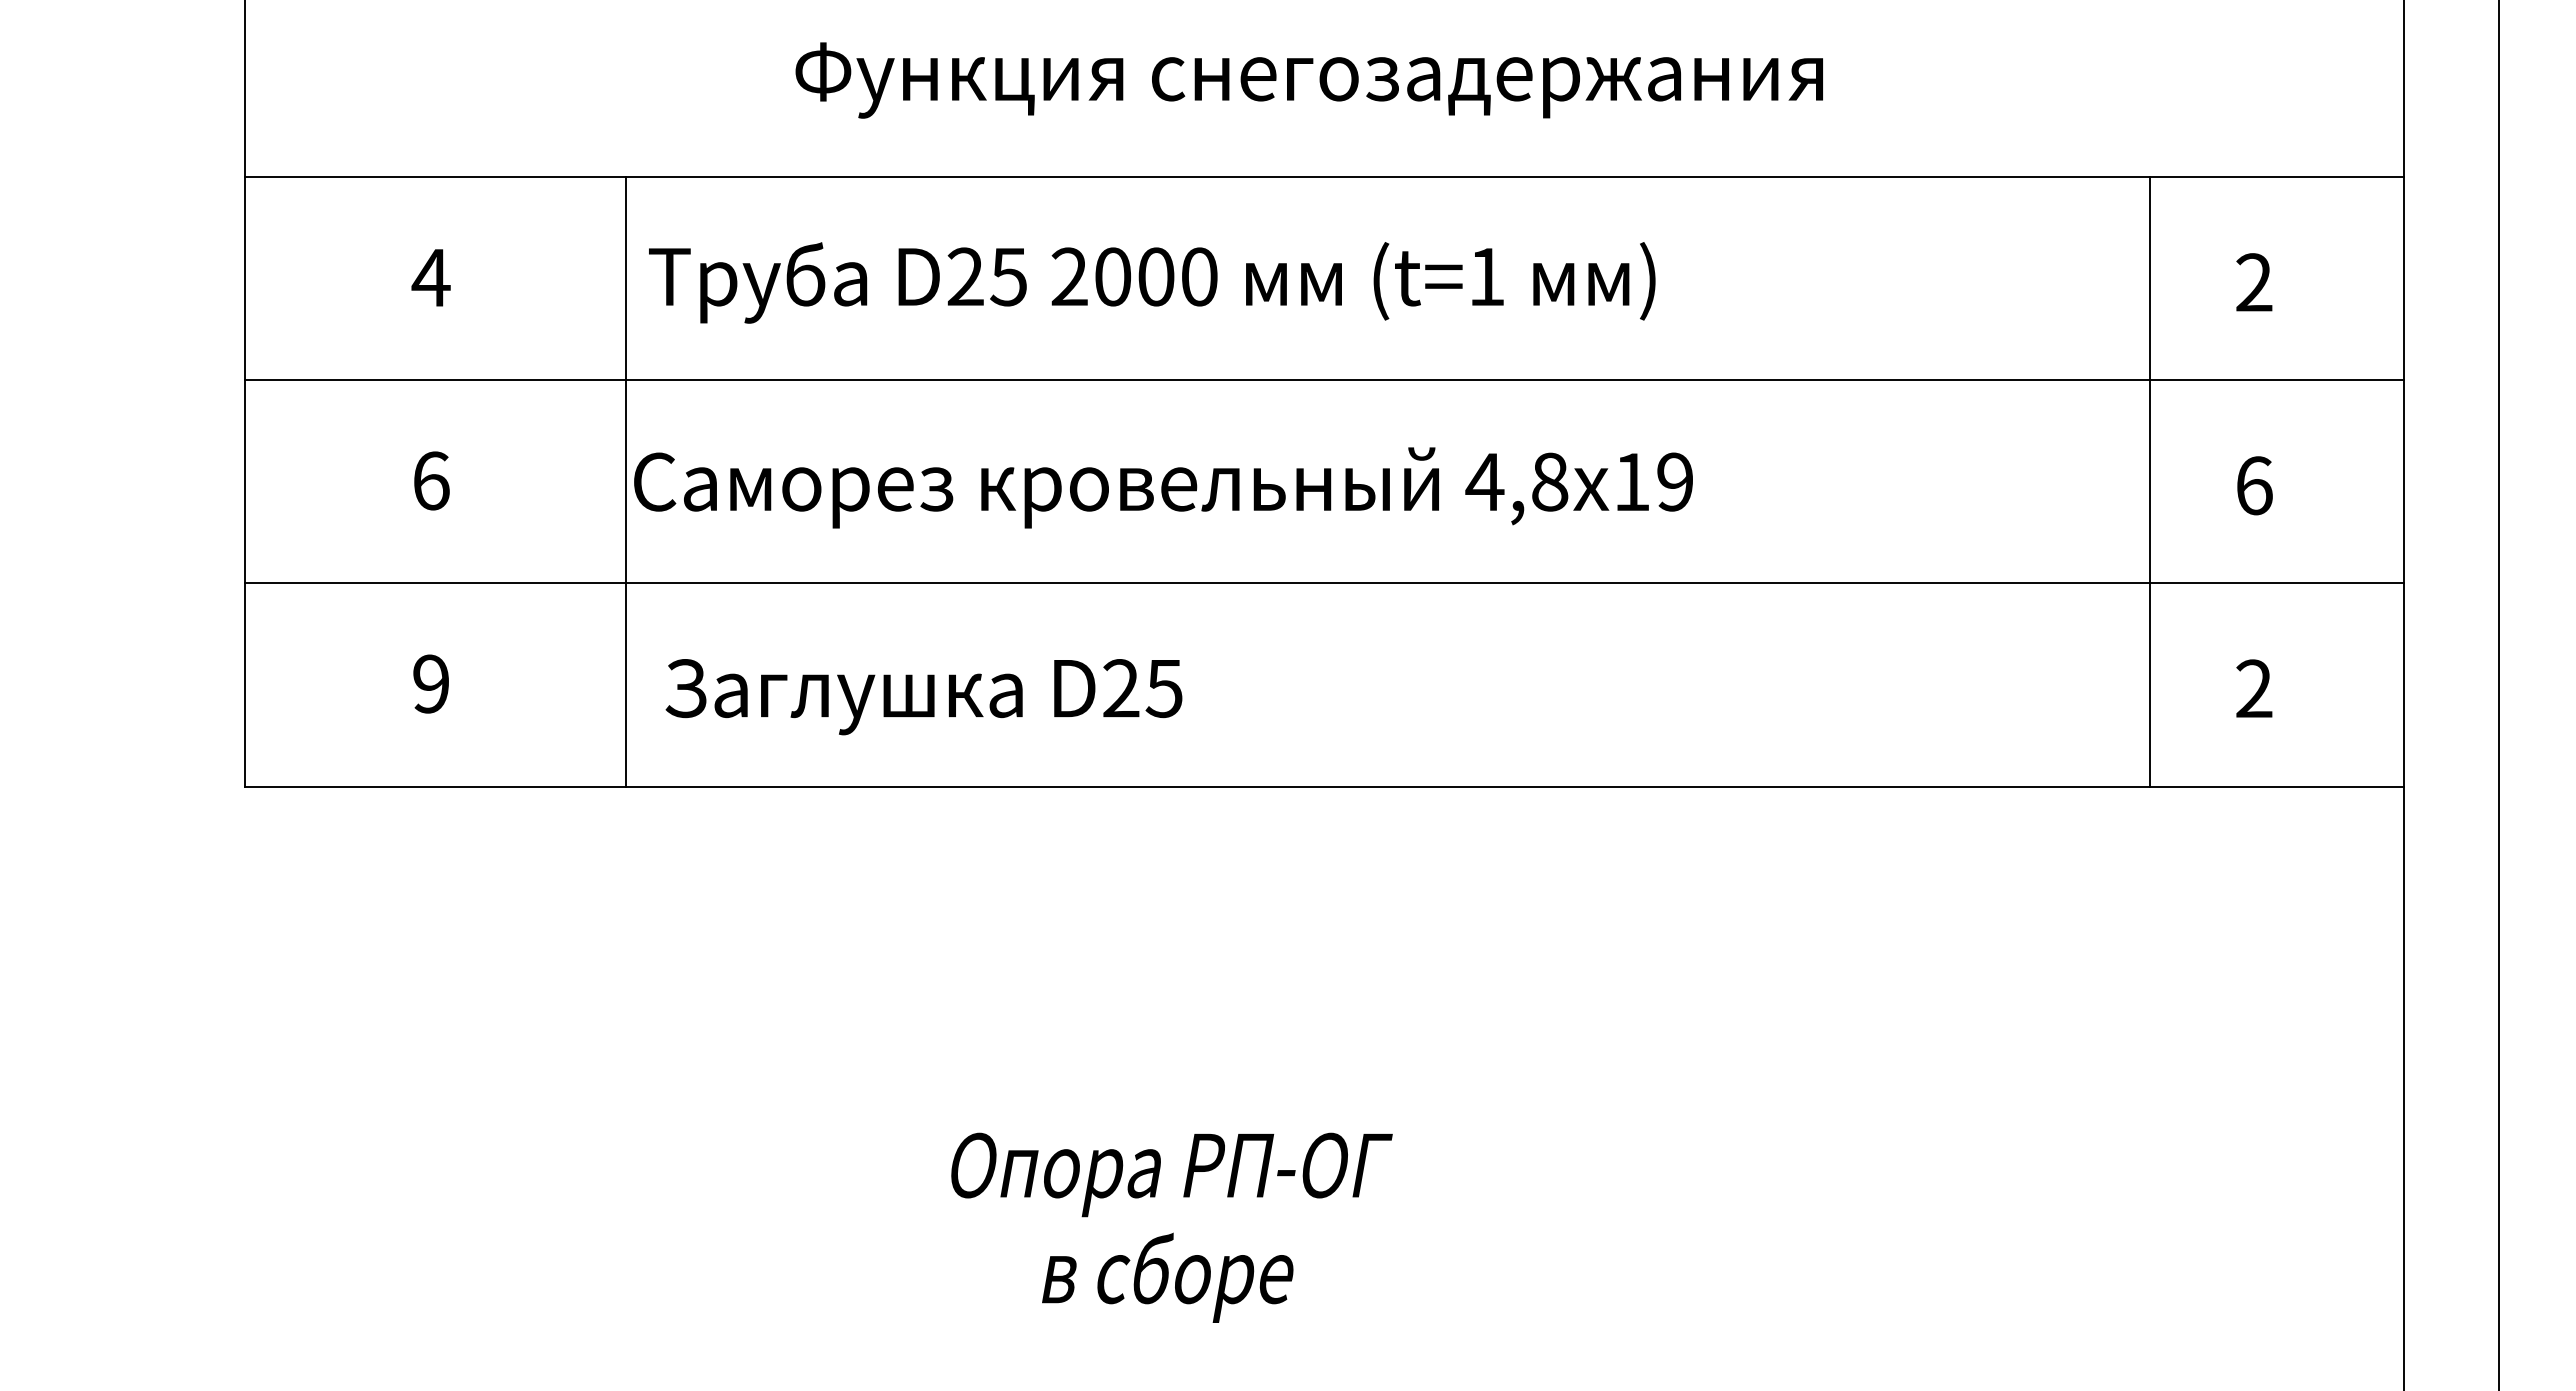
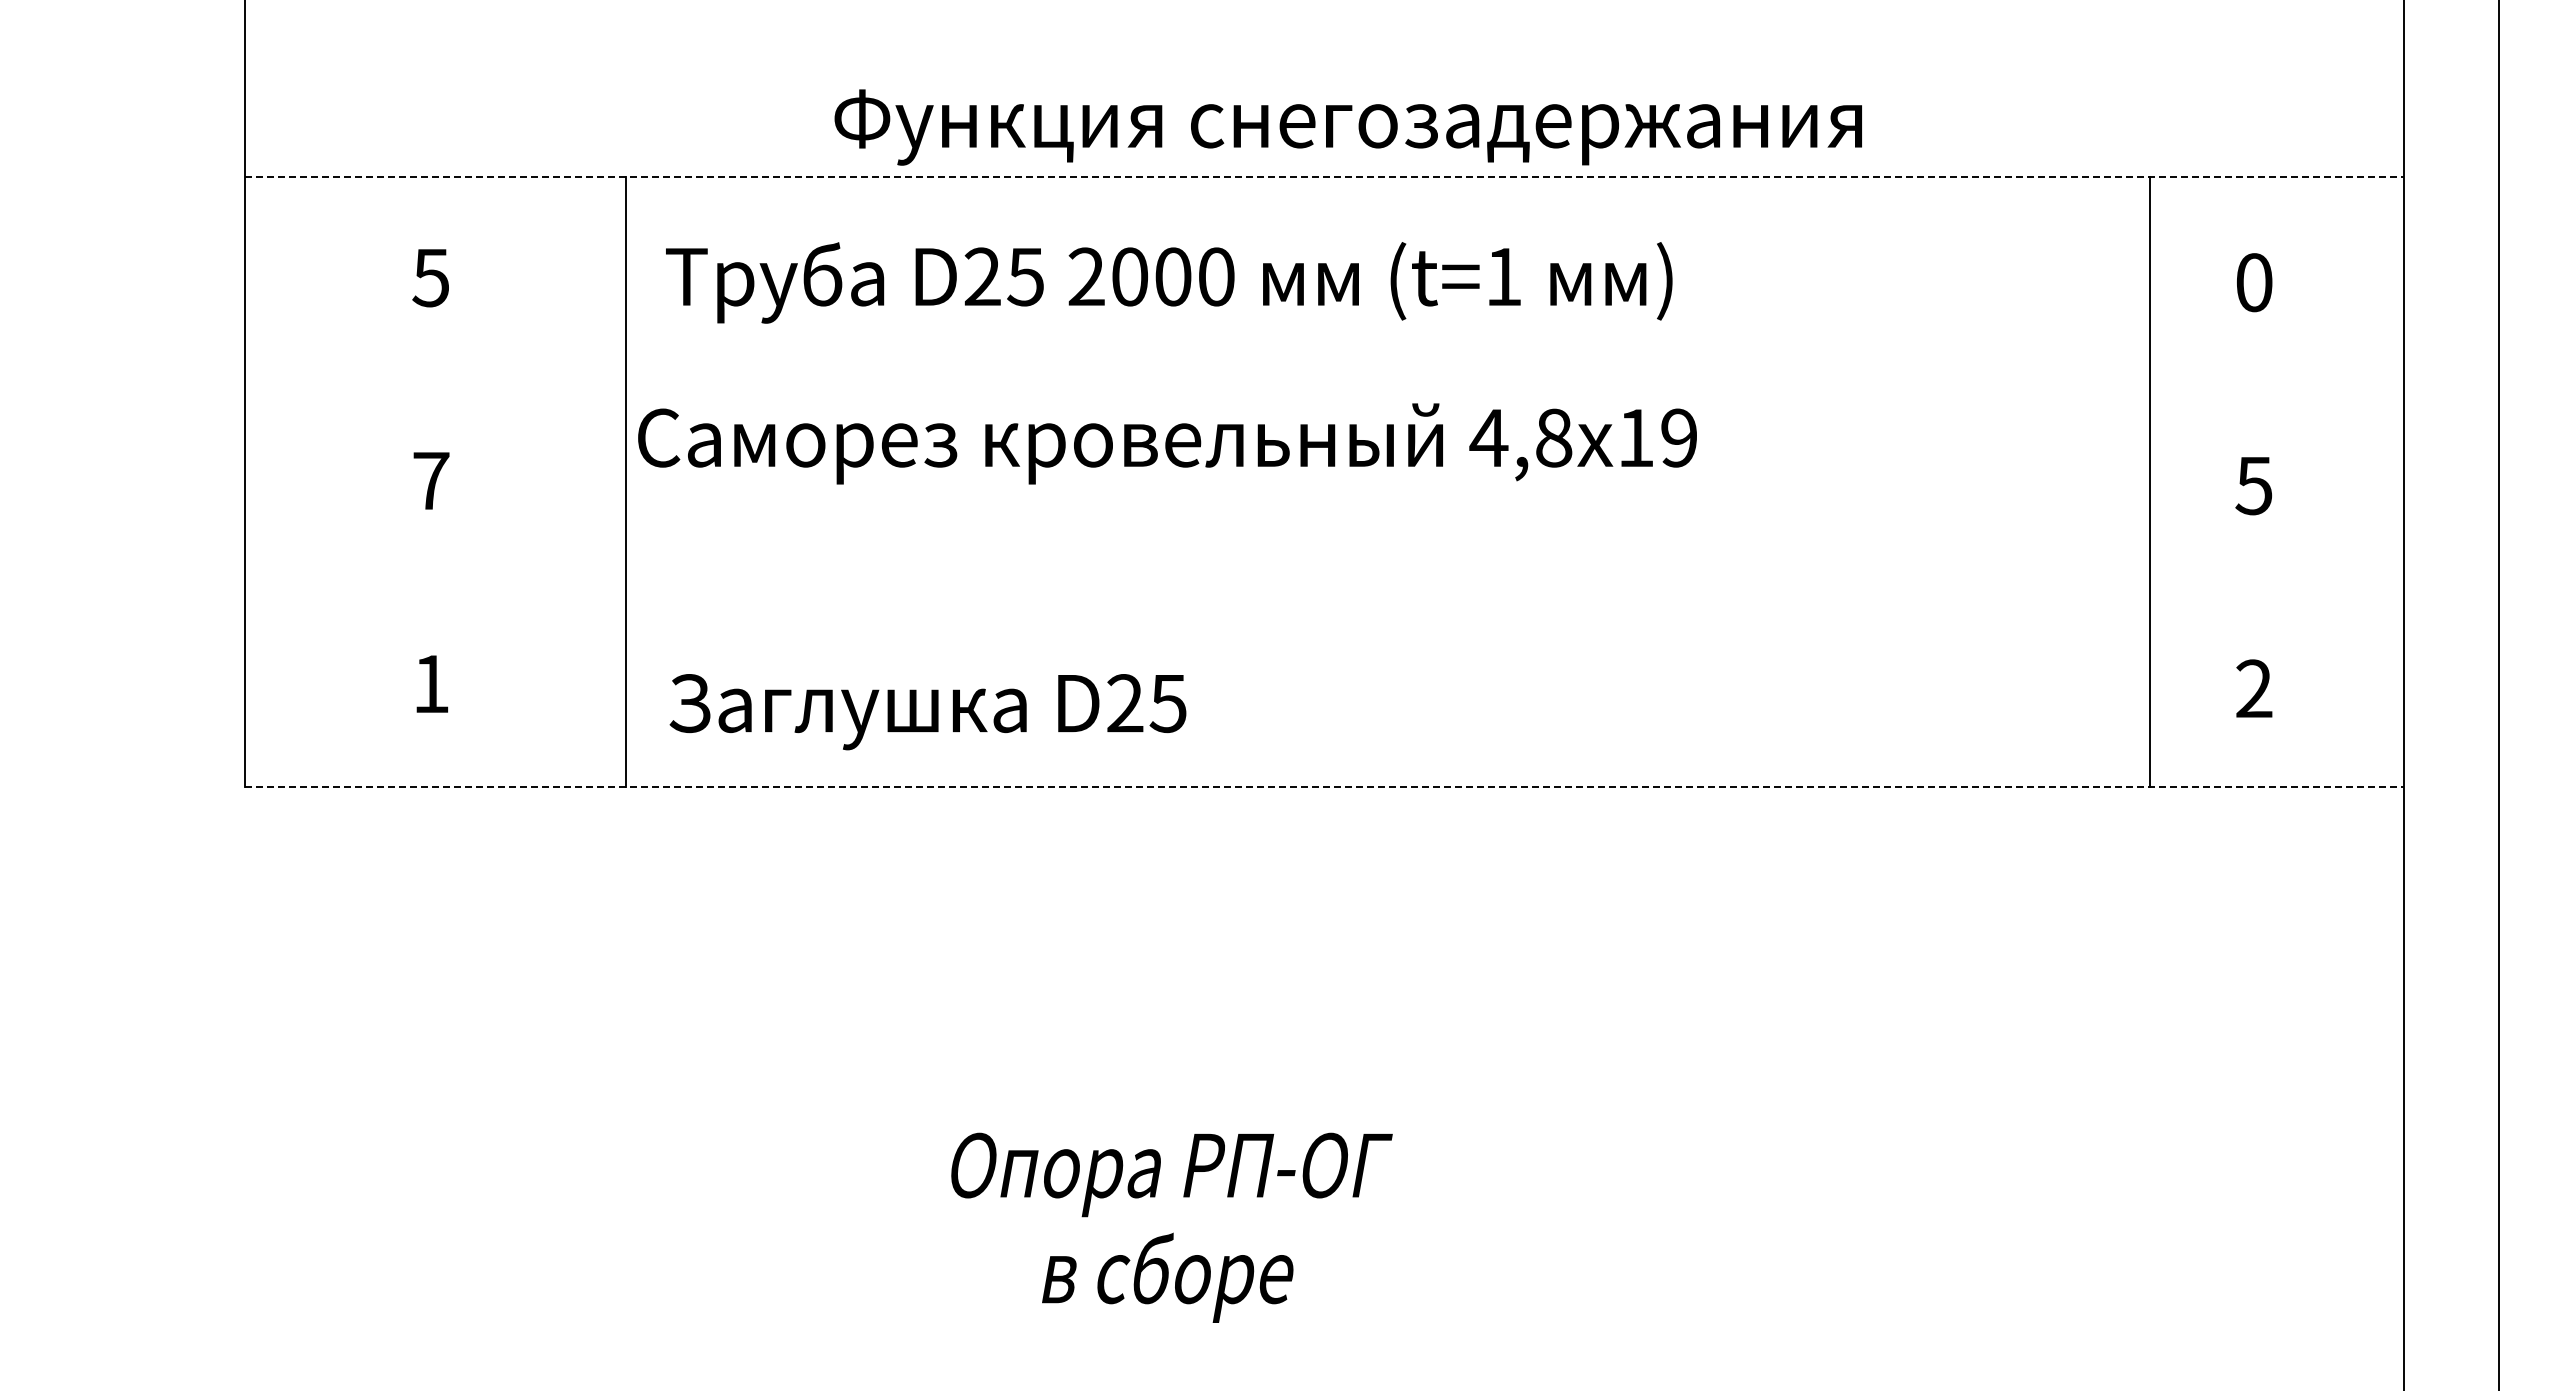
text at (1308, 80) position: (1308, 80) -> (1347, 127)
line at (1324, 177): solid -> dashed
text at (430, 278): 4 -> 5
text at (1152, 282) position: (1152, 282) -> (1169, 282)
text at (2254, 282): 2 -> 0
line at (1324, 380): present -> none
text at (431, 480): 6 -> 7
text at (2253, 485): 6 -> 5
text at (1163, 487) position: (1163, 487) -> (1167, 443)
line at (1324, 583): present -> none
text at (430, 683): 9 -> 1
text at (923, 697) position: (923, 697) -> (927, 712)
line at (1324, 786): solid -> dashed
